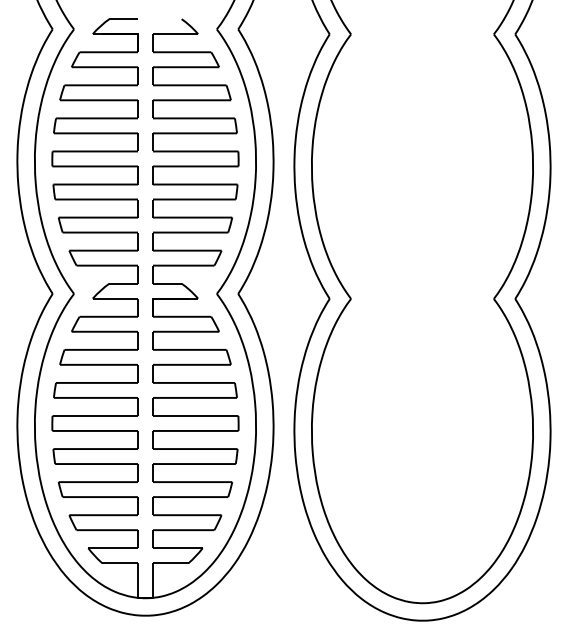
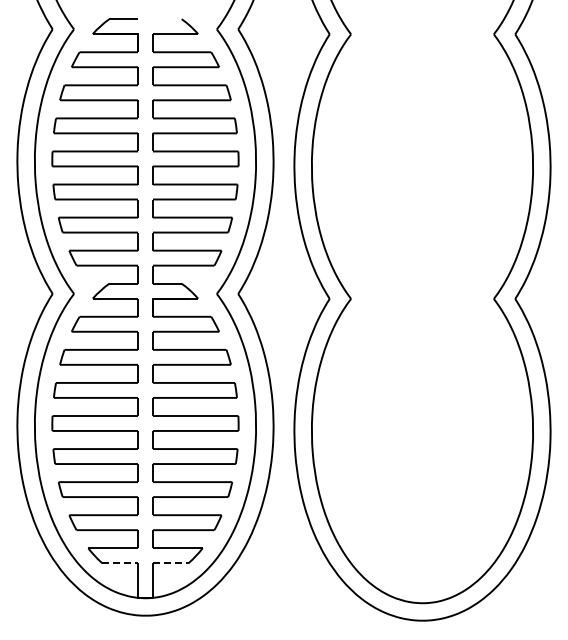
line at (120, 563): solid -> dashed
line at (170, 563): solid -> dashed
